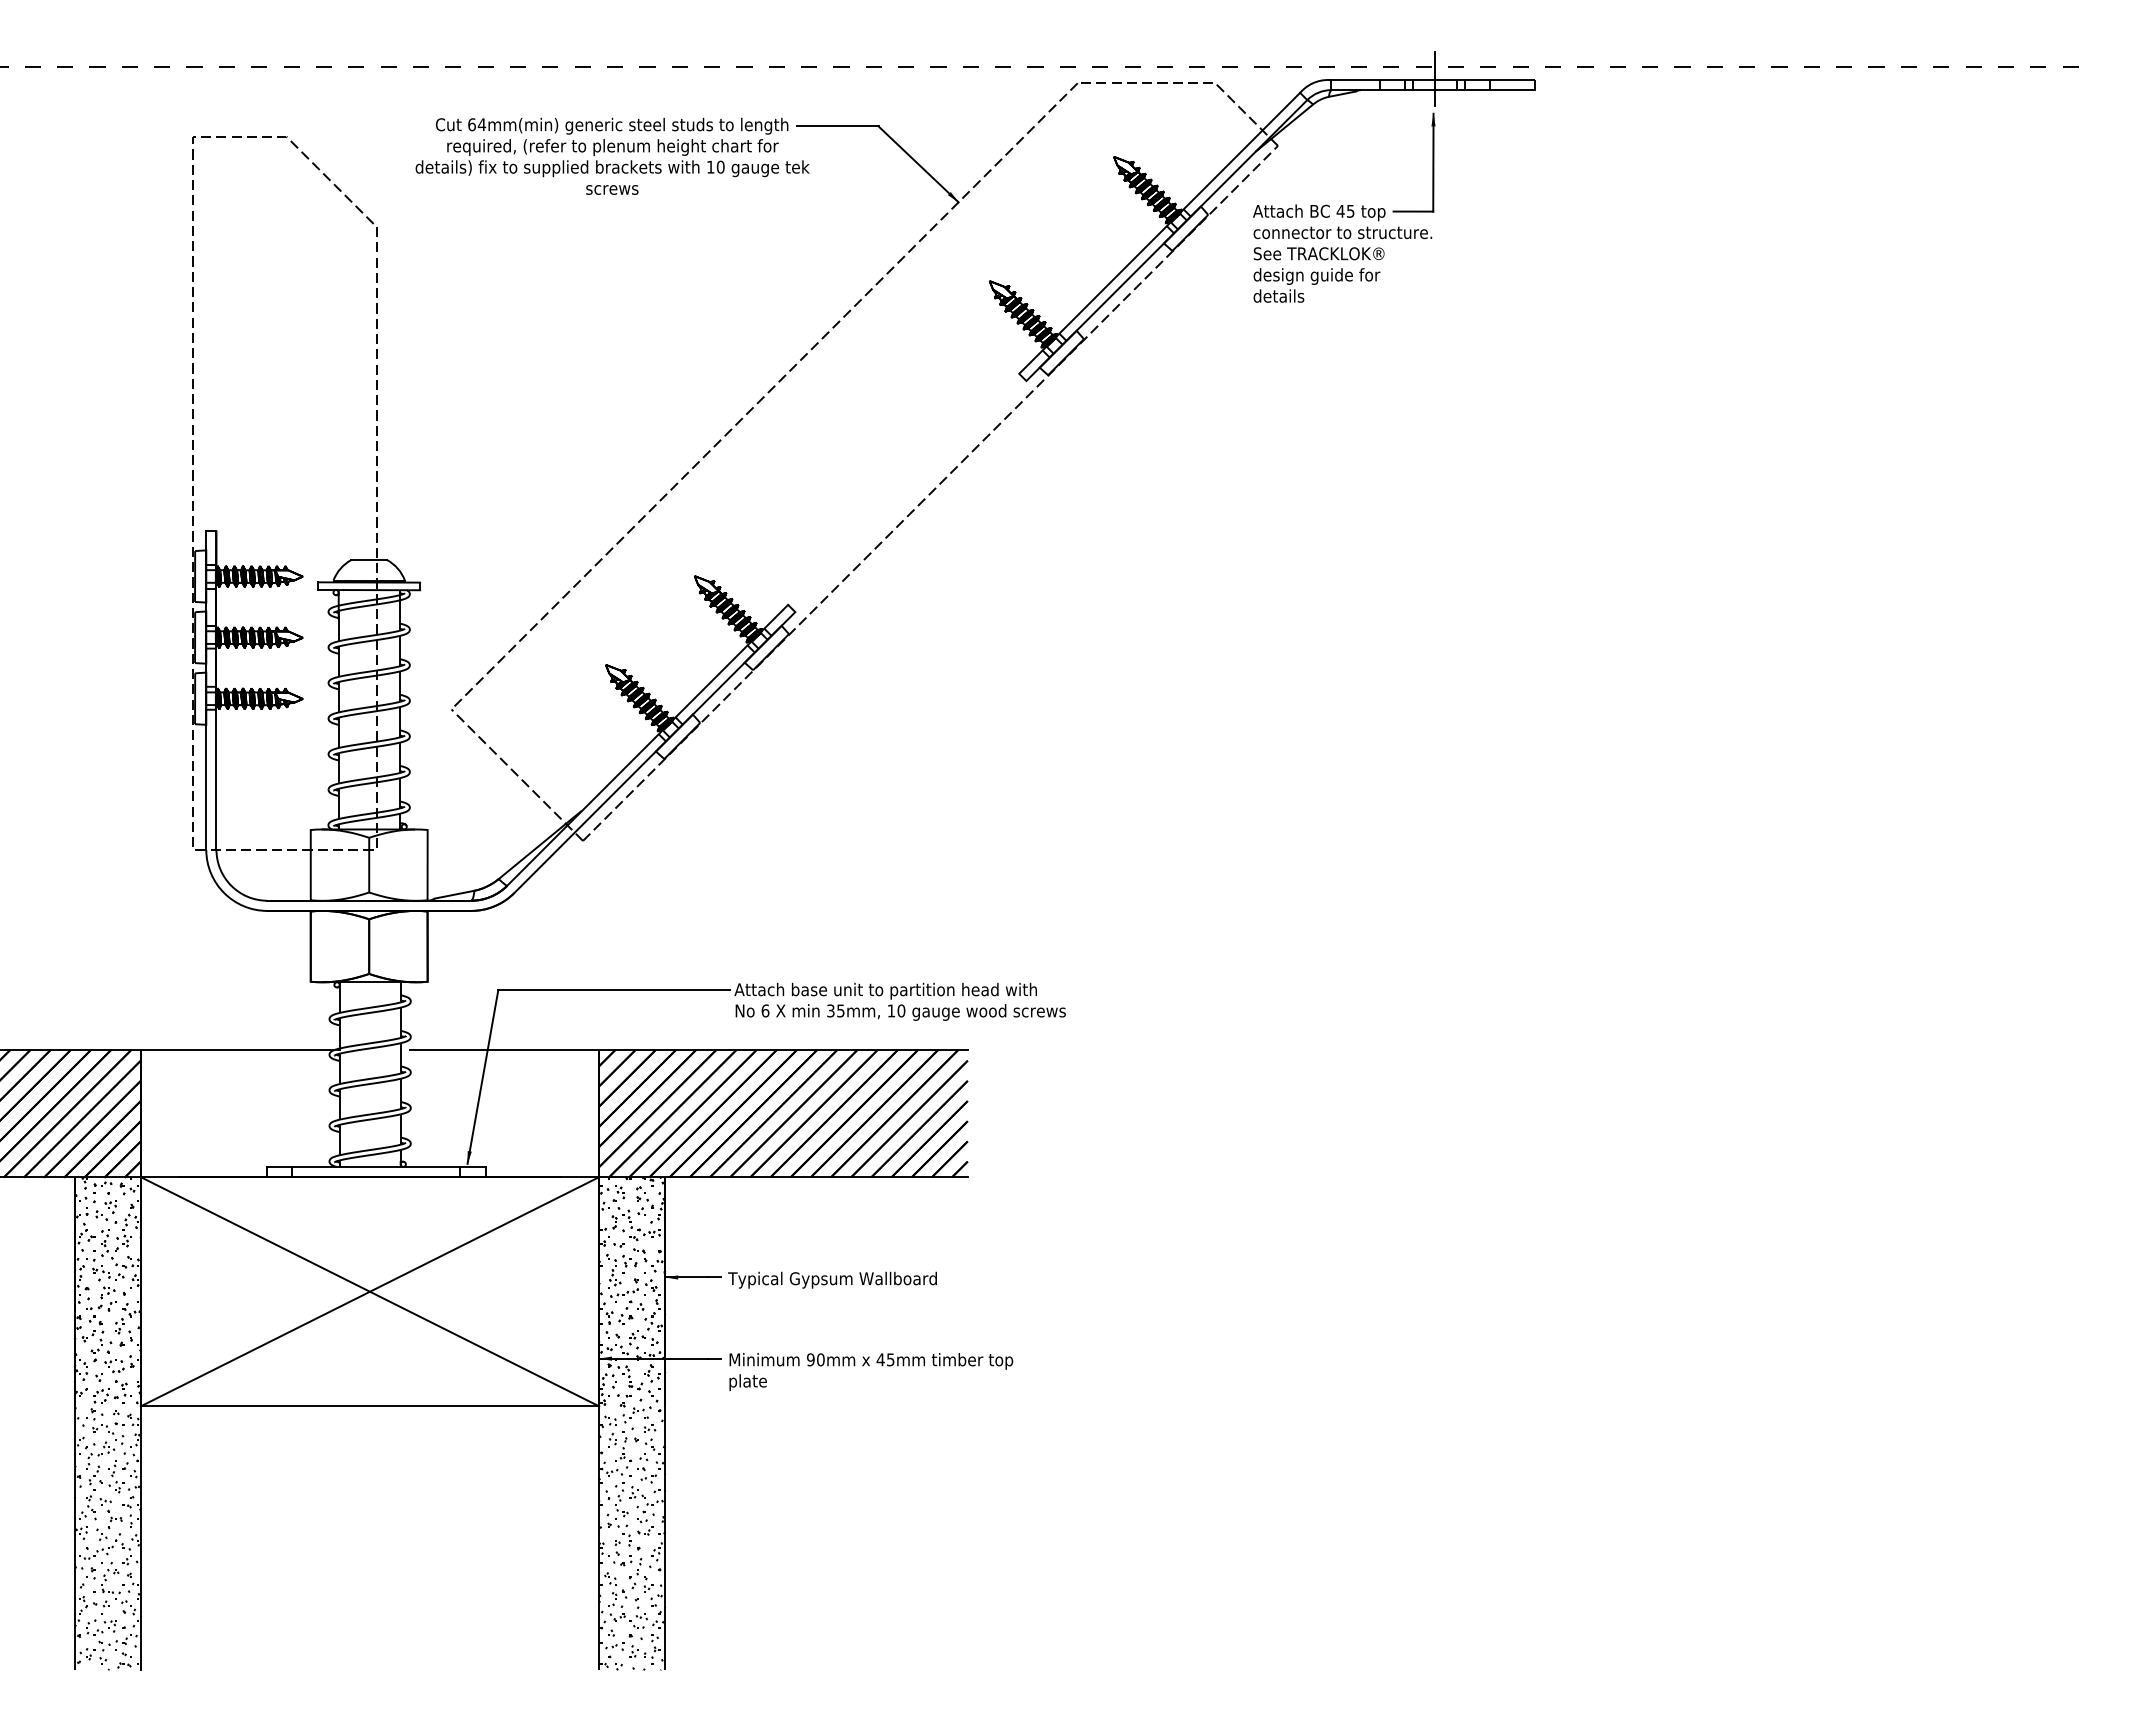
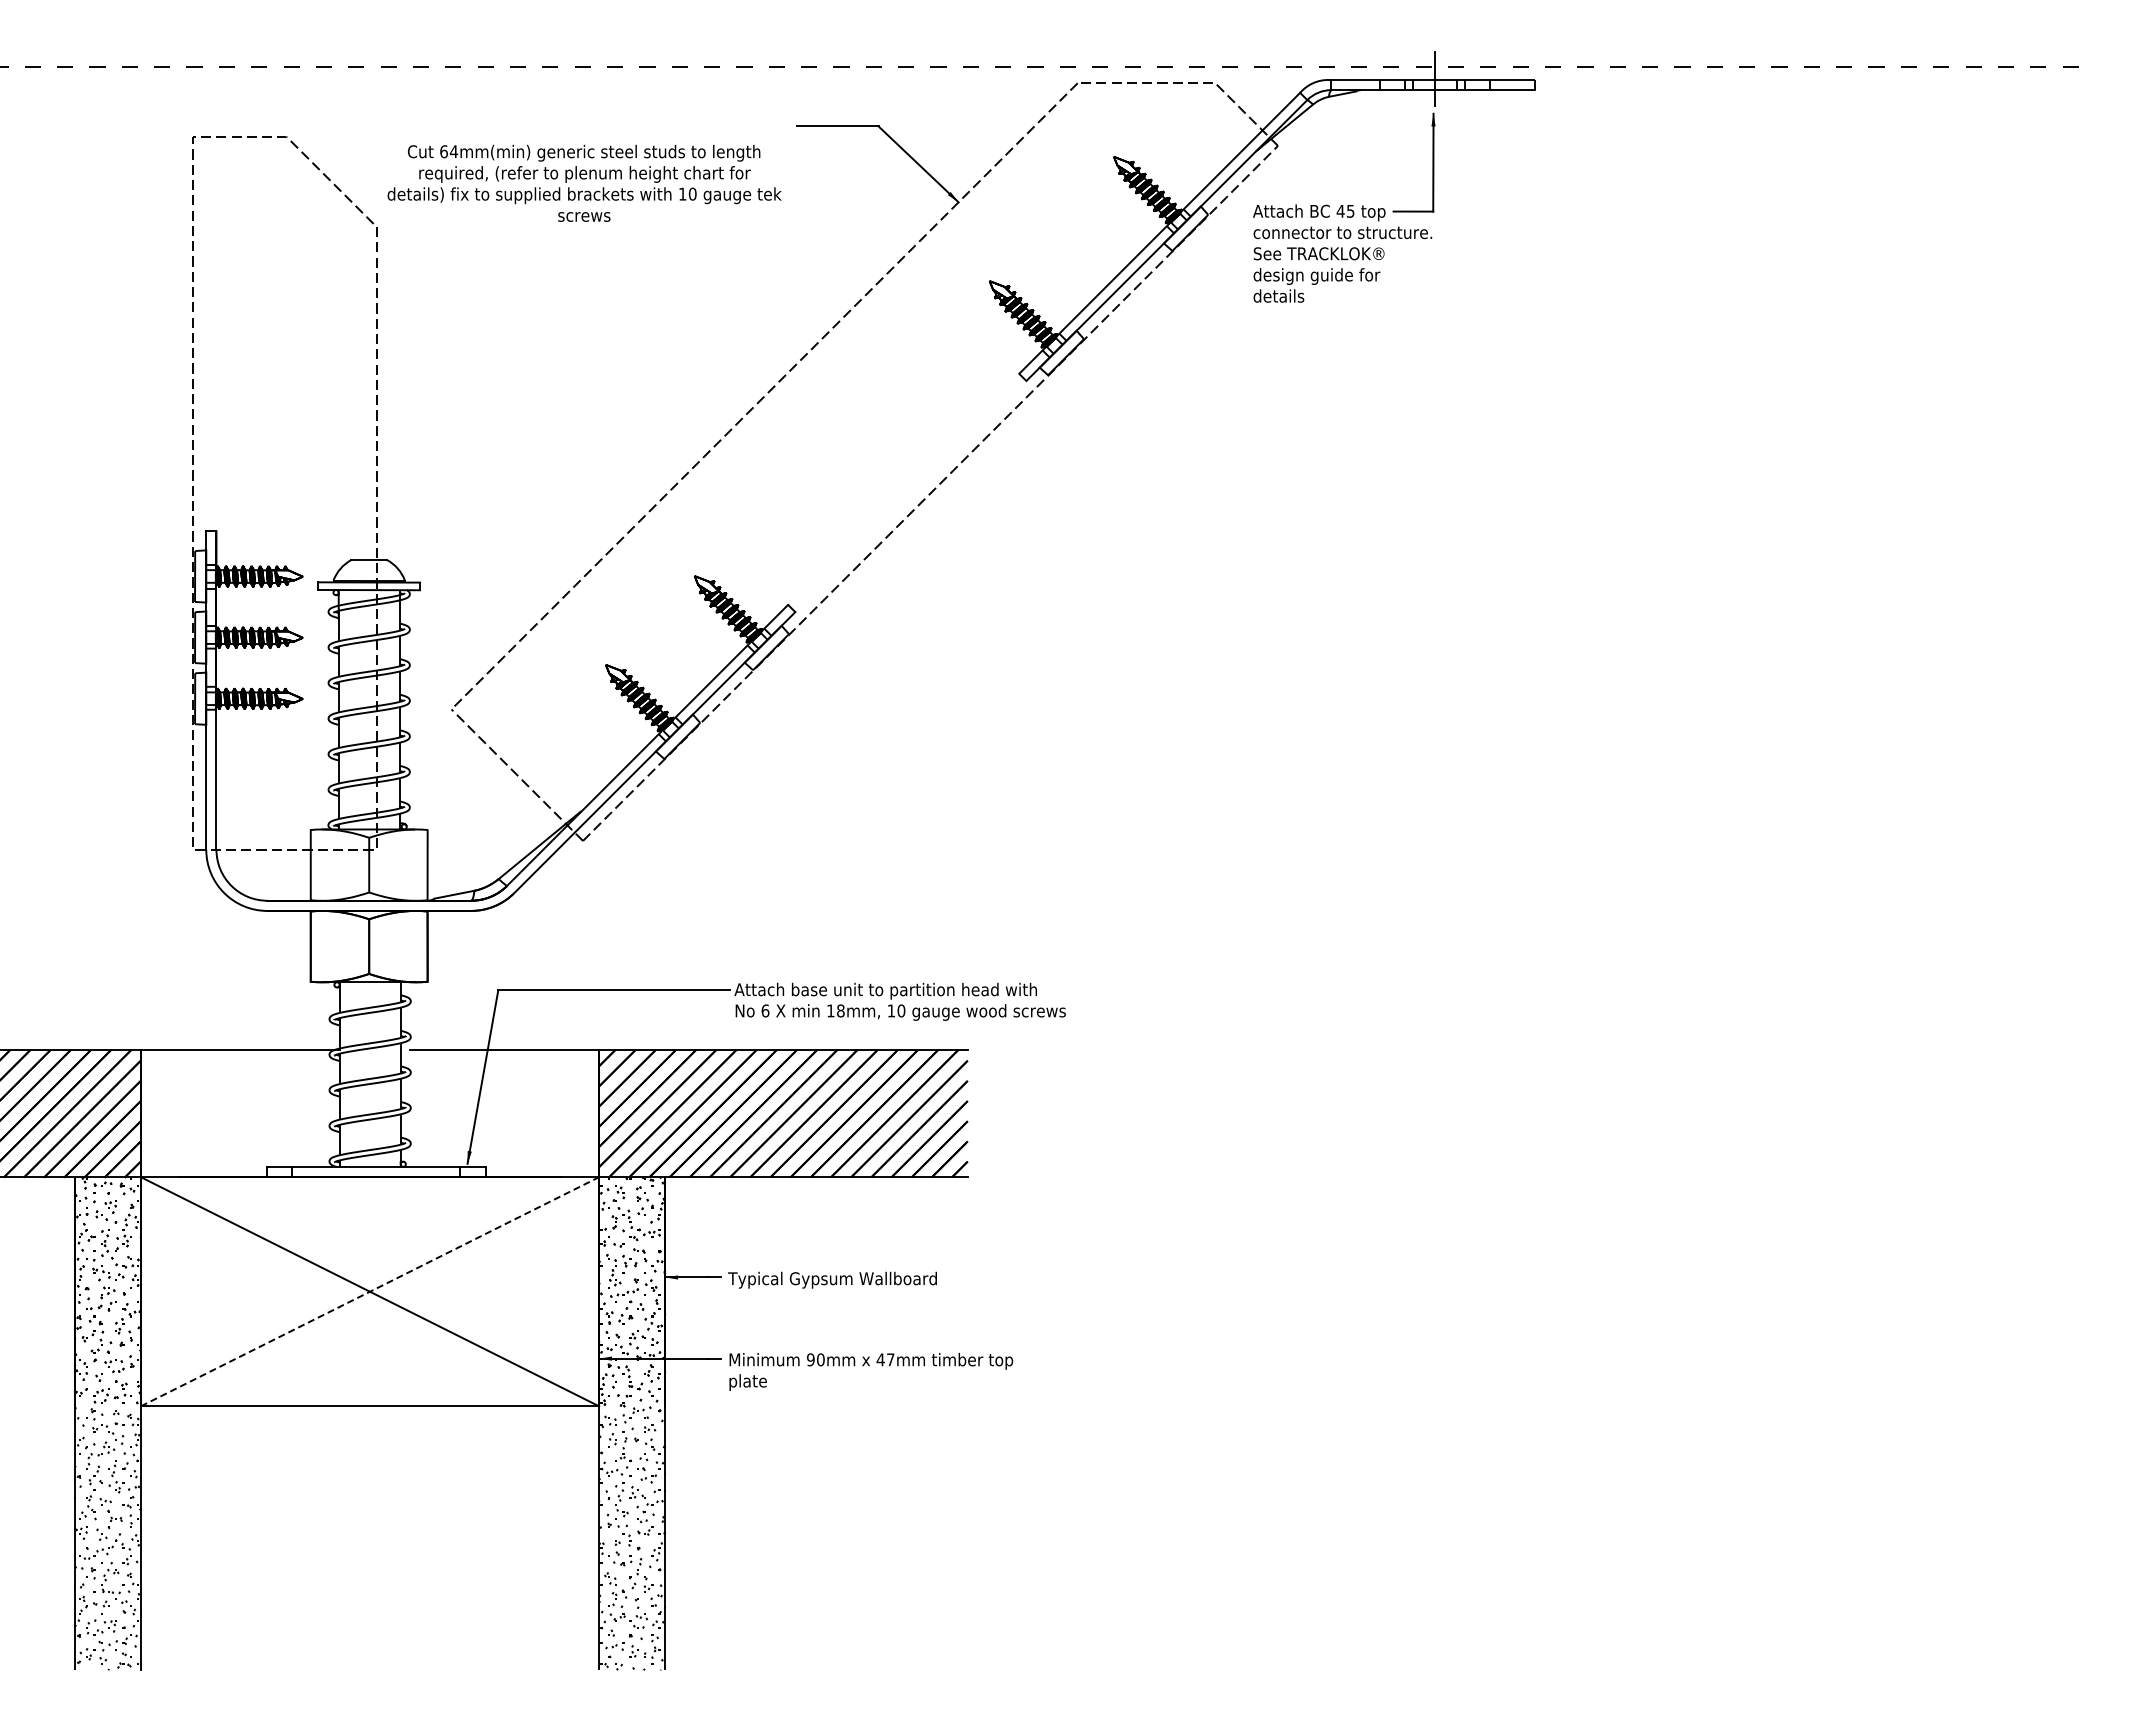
text at (612, 155) position: (612, 155) -> (584, 182)
text at (835, 1010): 35mm, -> 18mm,
line at (370, 1291): solid -> dashed
text at (890, 1359): 45mm -> 47mm
